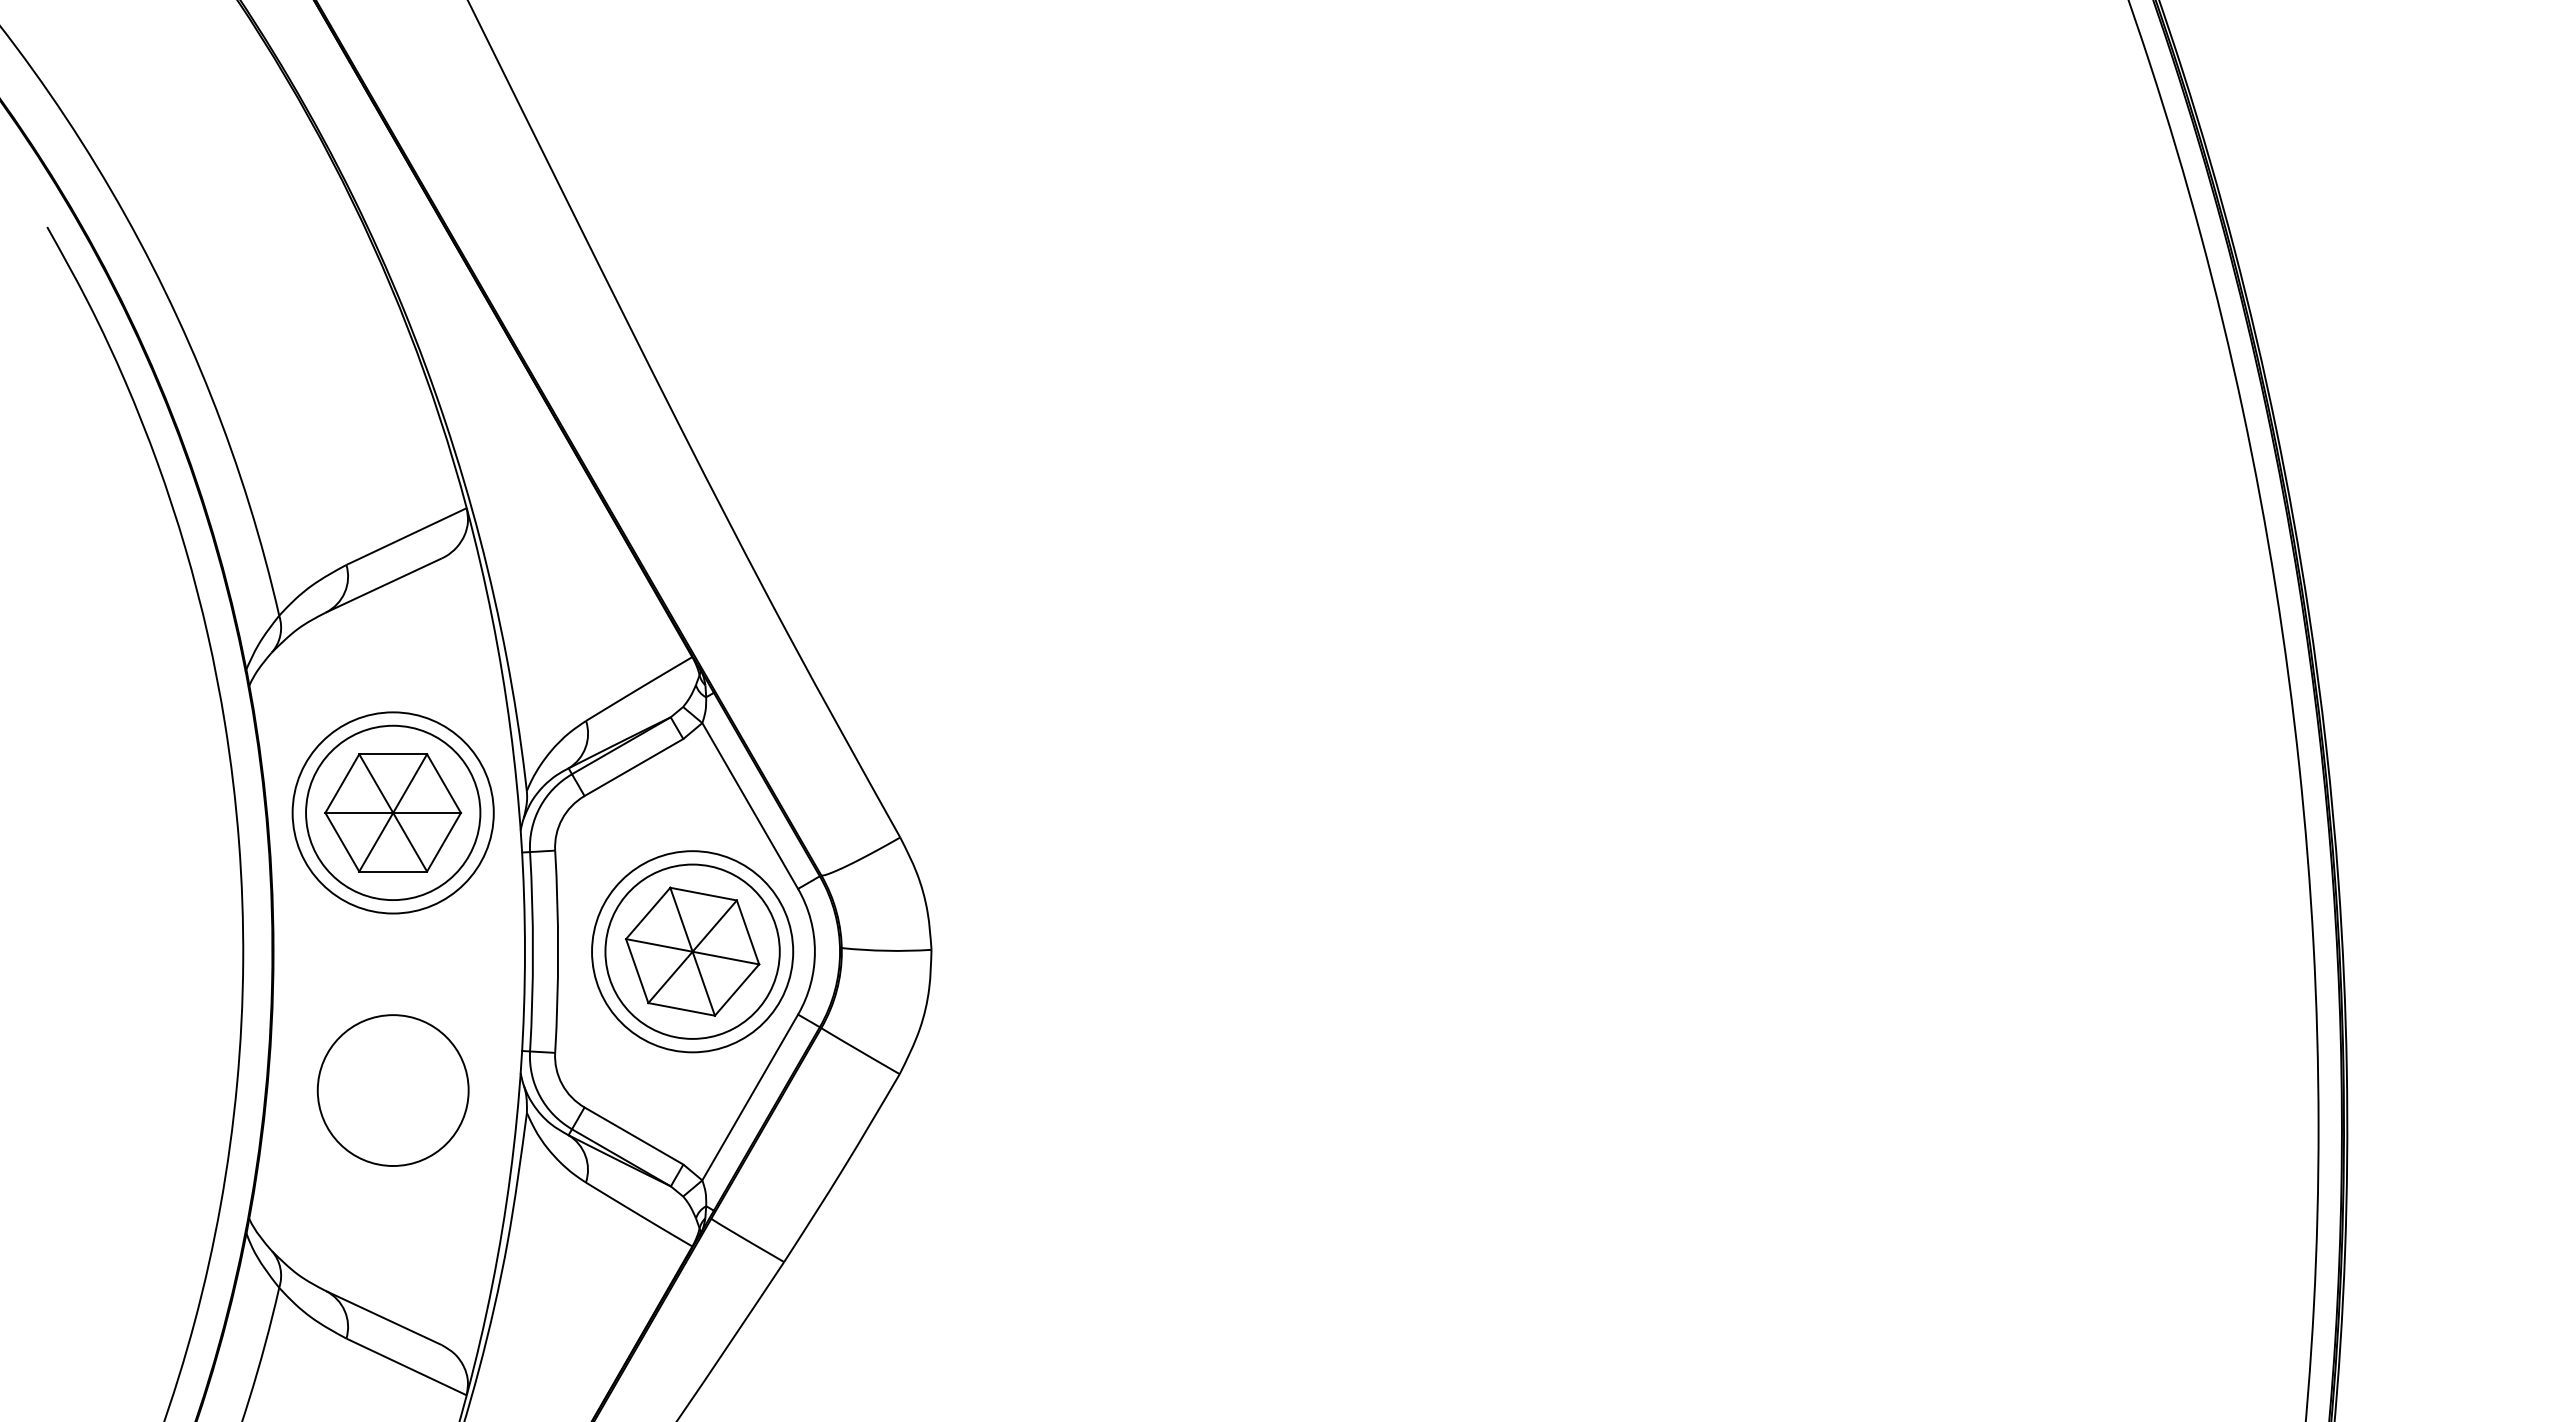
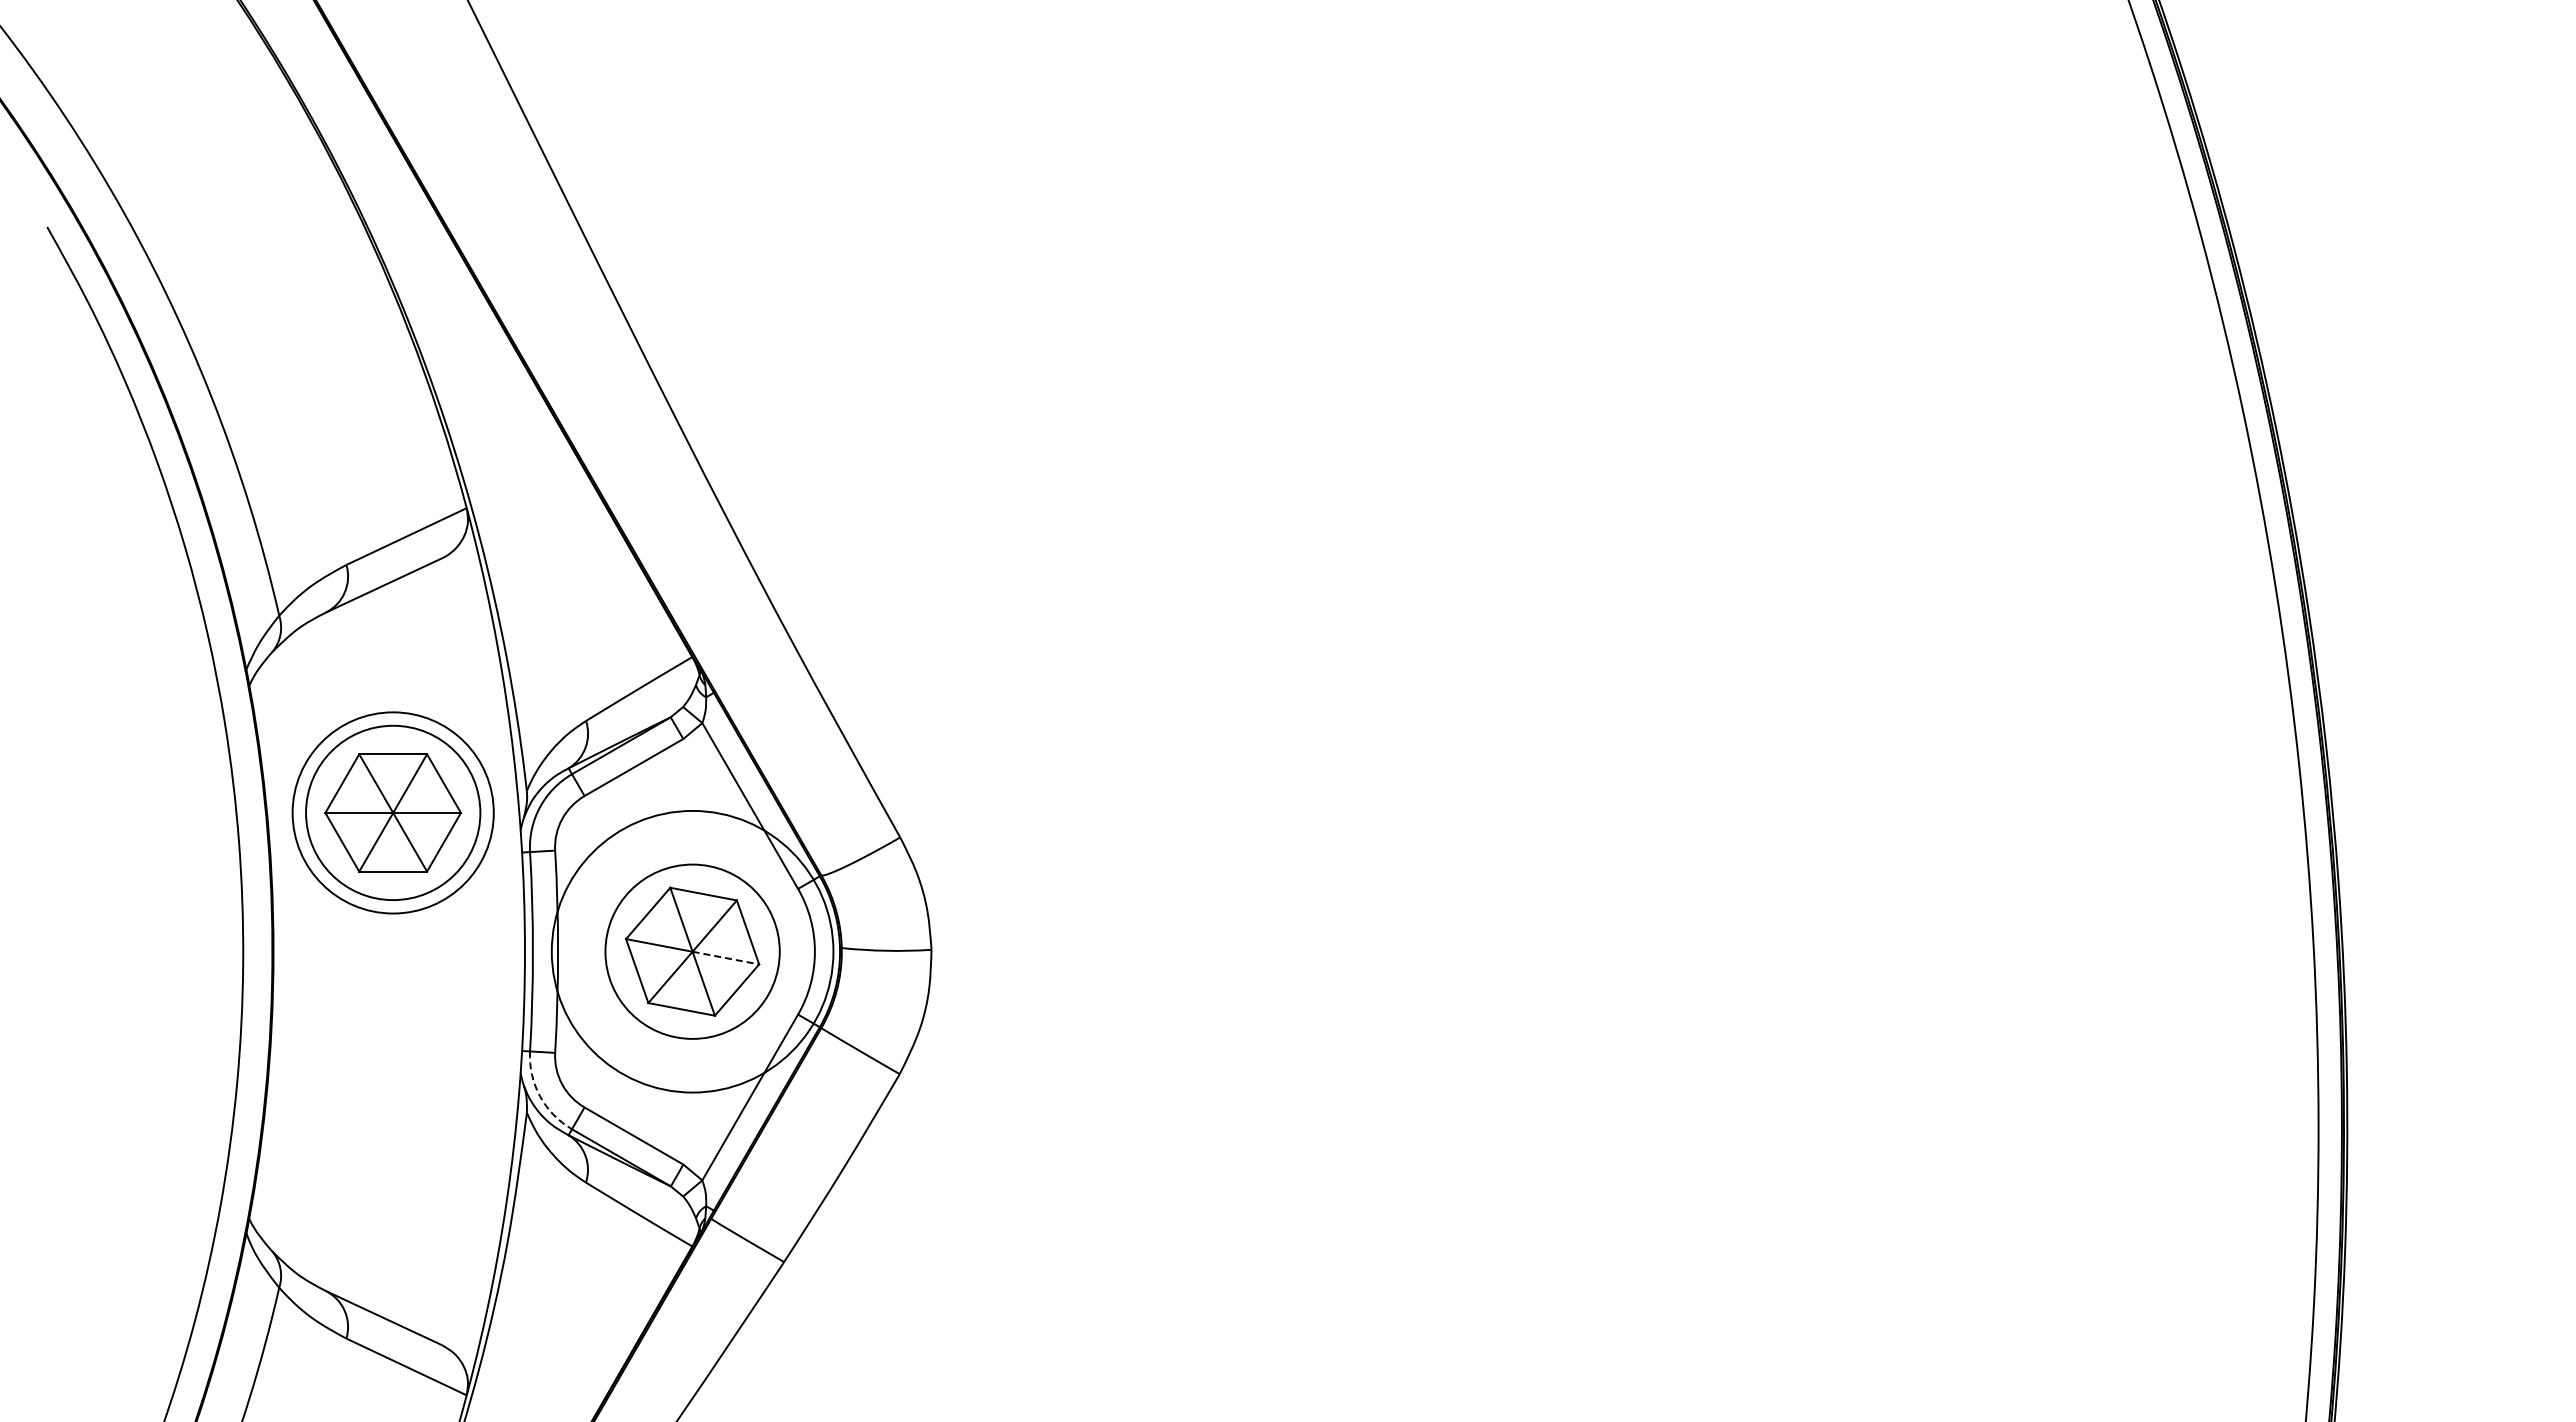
circle at (692, 951) diameter: 201 px -> 282 px
line at (725, 958): solid -> dashed
circle at (392, 1090): present -> none
arc at (540, 1096): solid -> dashed
